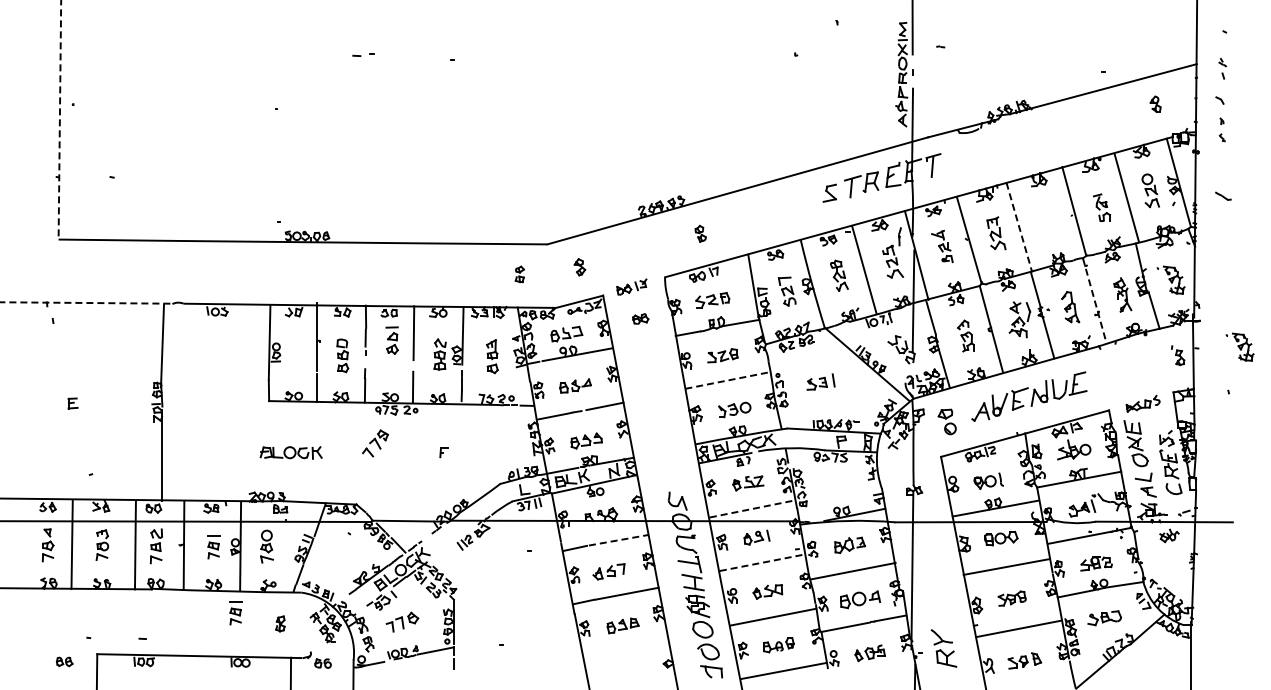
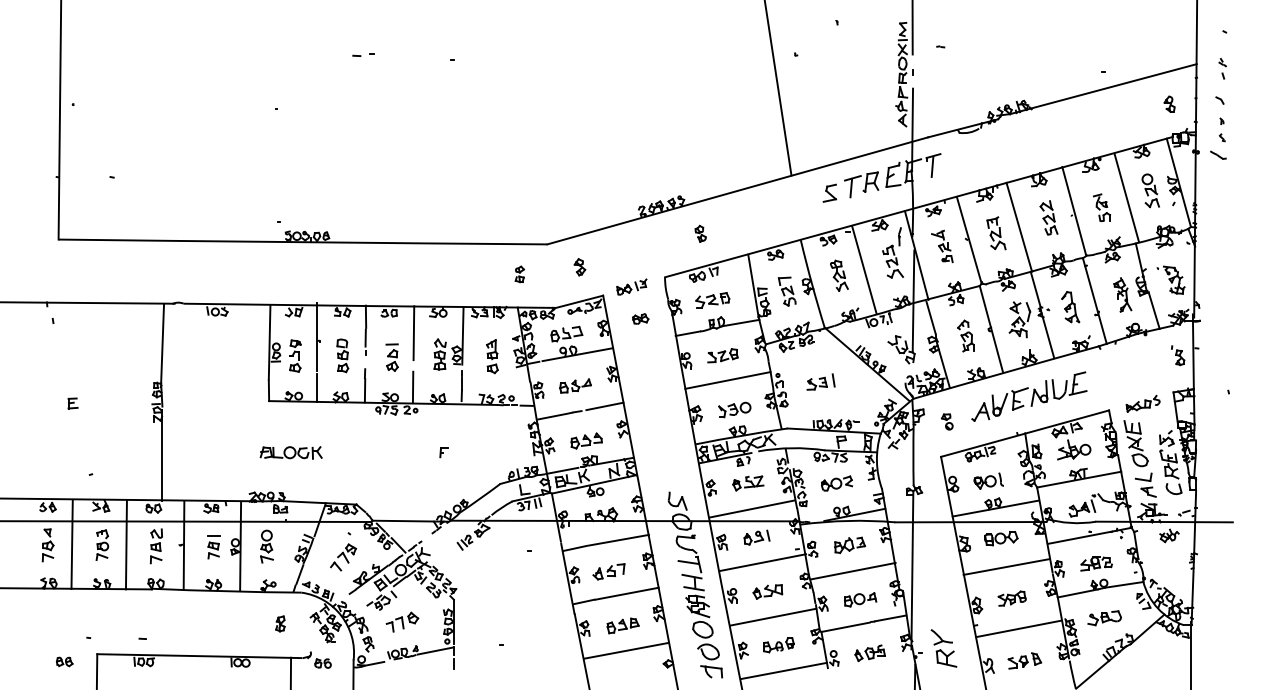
line at (778, 88): none -> present
part at (1155, 103) position: (1155, 103) -> (1169, 103)
line at (59, 120): dashed -> solid
part at (1223, 195) position: (1223, 195) -> (1218, 154)
part at (1048, 217): none -> present
line at (1019, 227): dashed -> solid
line at (1094, 301): dashed -> solid
line at (87, 303): dashed -> solid
part at (391, 340) position: (391, 340) -> (391, 357)
part at (1239, 346): present -> none
part at (295, 355): none -> present
line at (728, 380): dashed -> solid
part at (946, 421) size: 20x28 px -> 13x18 px
part at (375, 443) position: (375, 443) -> (343, 557)
part at (836, 483): none -> present
line at (752, 508): dashed -> solid
line at (619, 540): dashed -> solid
line at (134, 545) position: (134, 545) -> (125, 545)
line at (762, 562): dashed -> solid
part at (860, 599) size: 42x20 px -> 34x16 px
part at (235, 613): present -> none
line at (626, 650): none -> present
